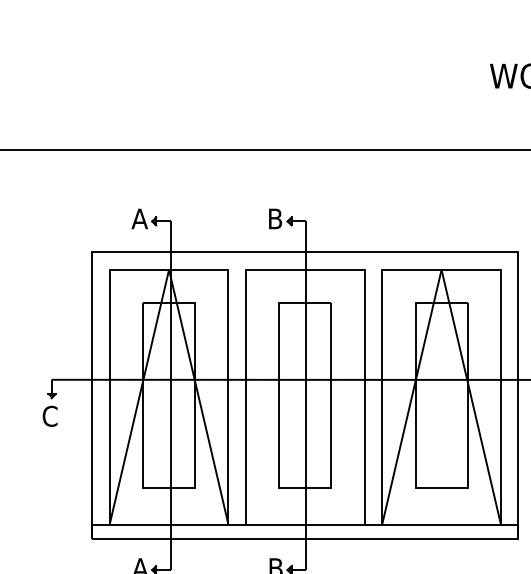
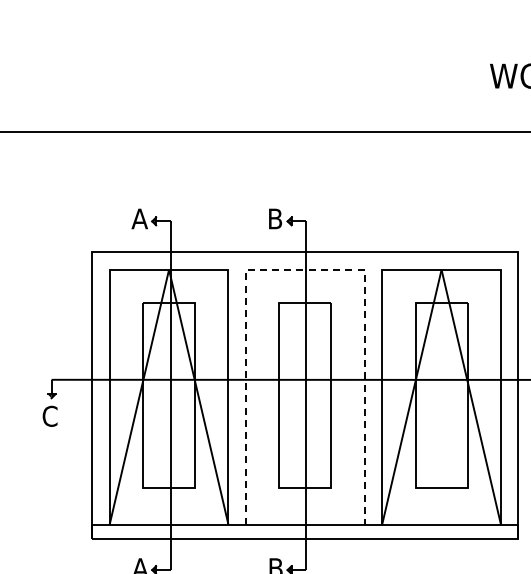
line at (264, 149) position: (264, 149) -> (264, 131)
line at (305, 269): solid -> dashed
